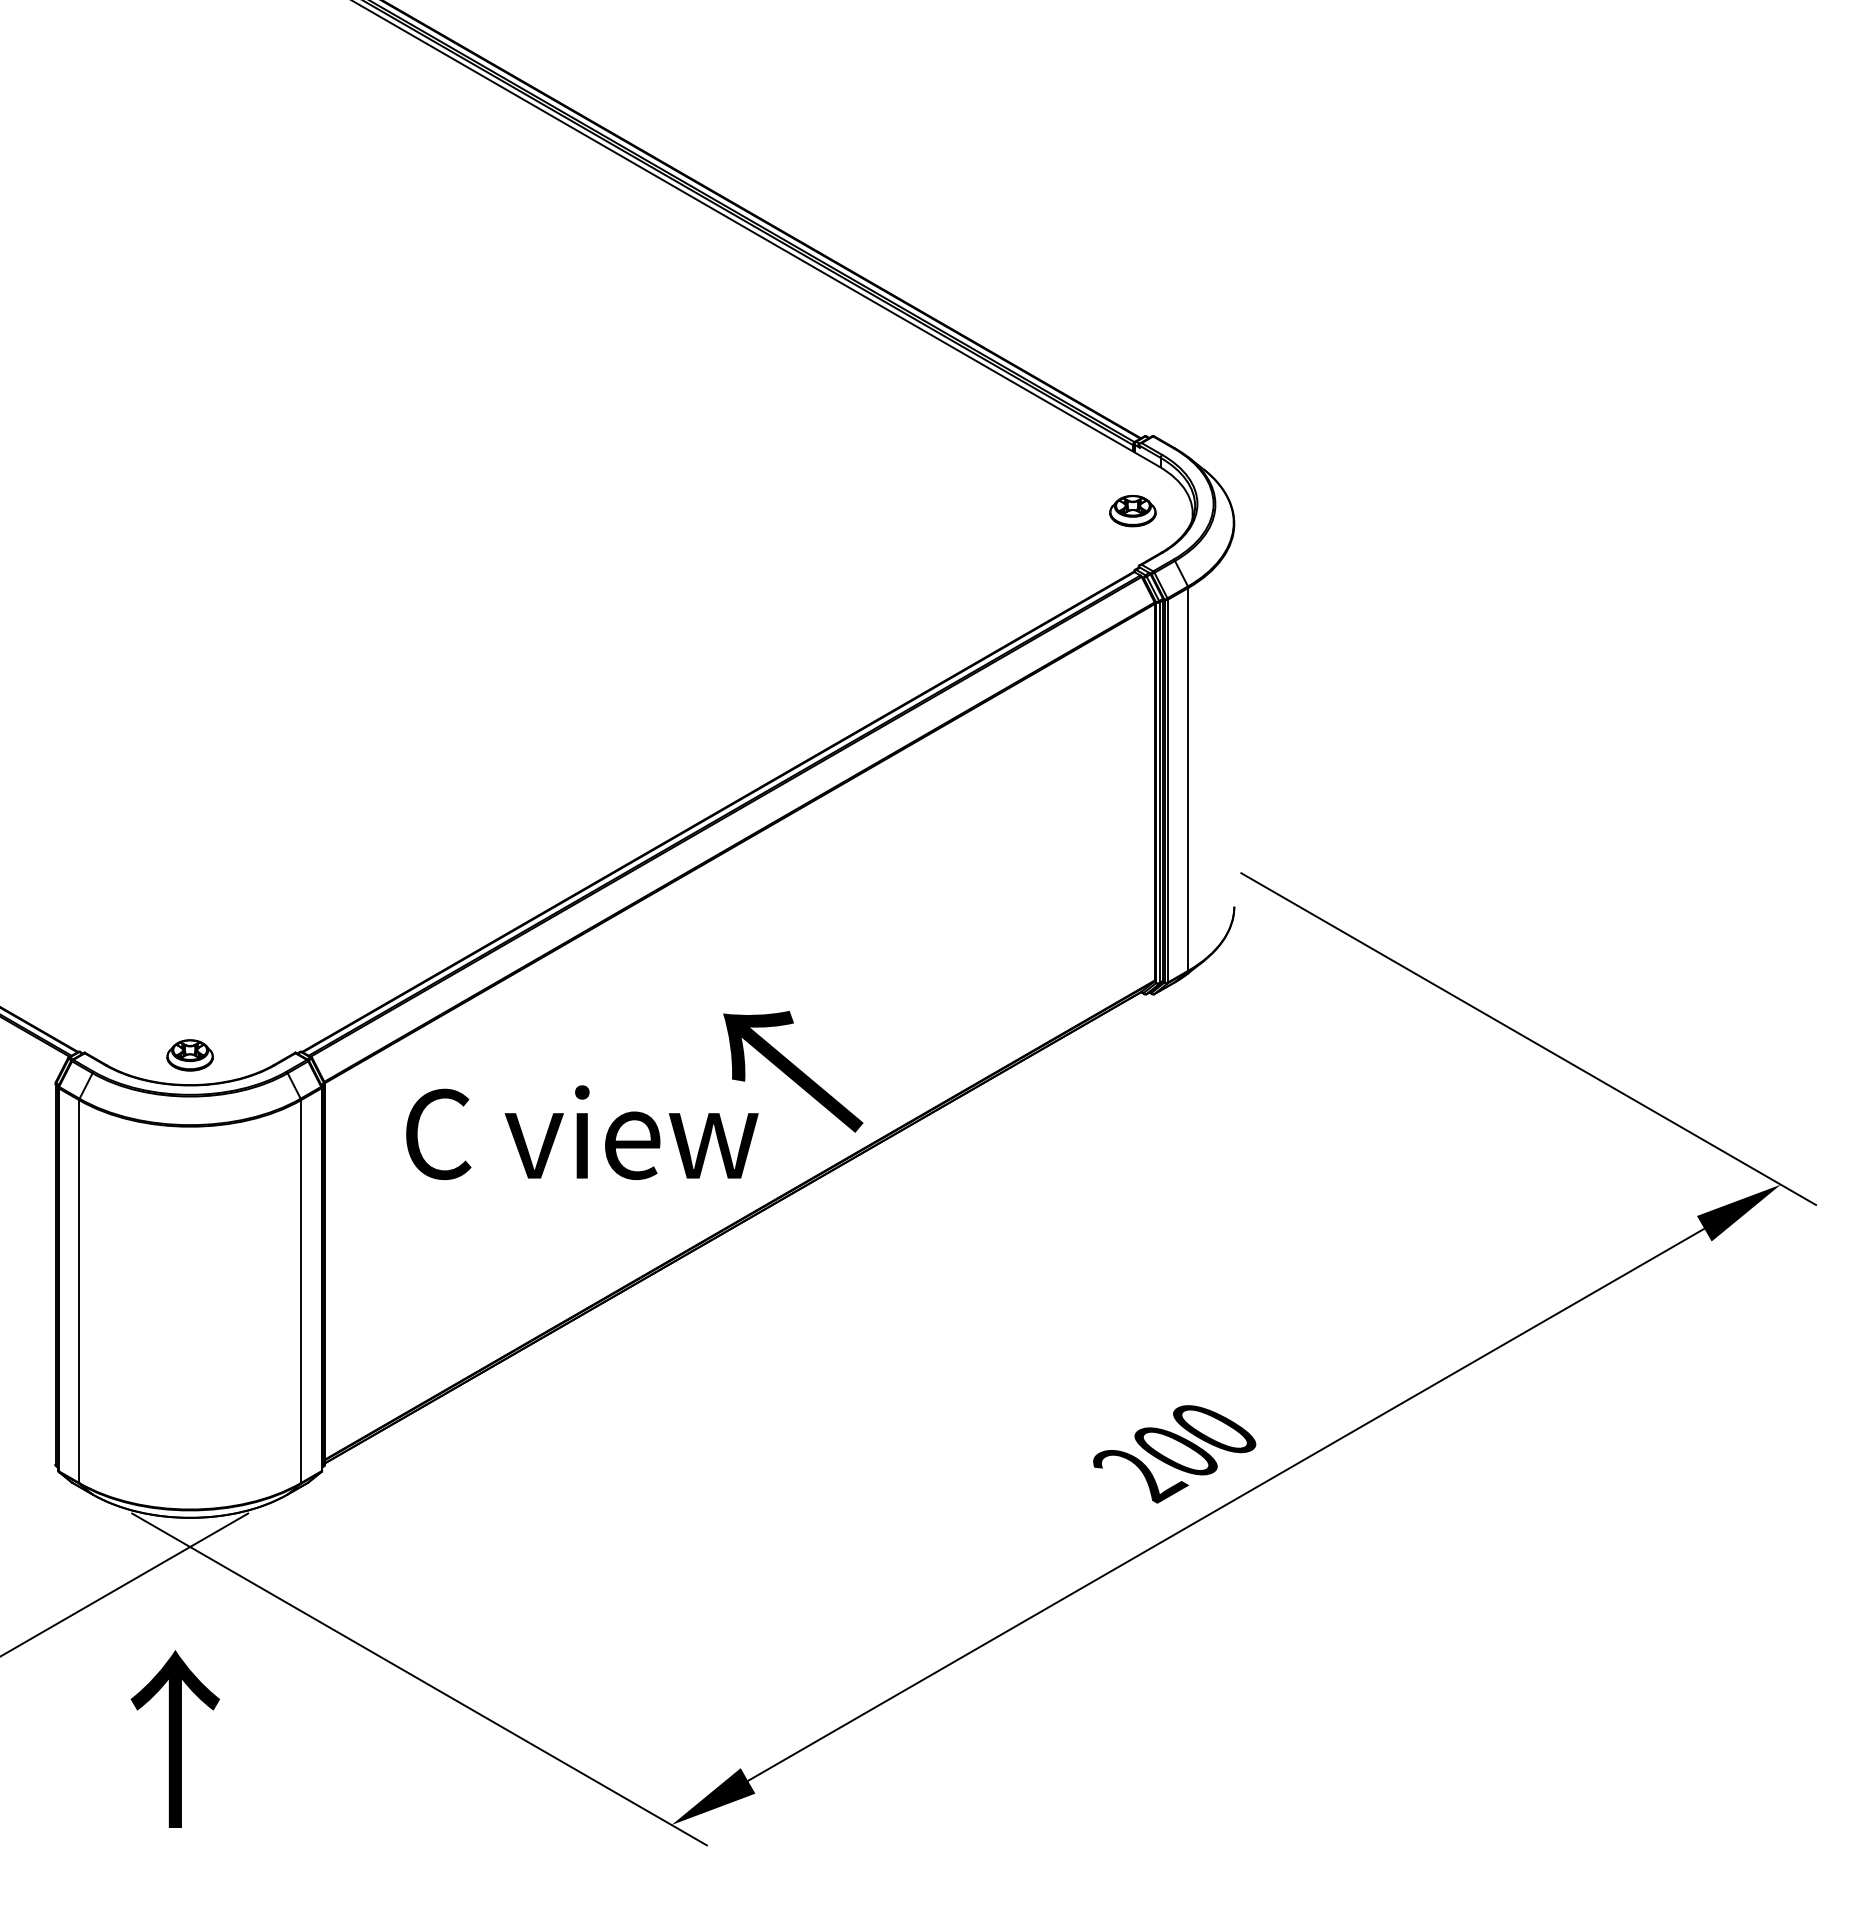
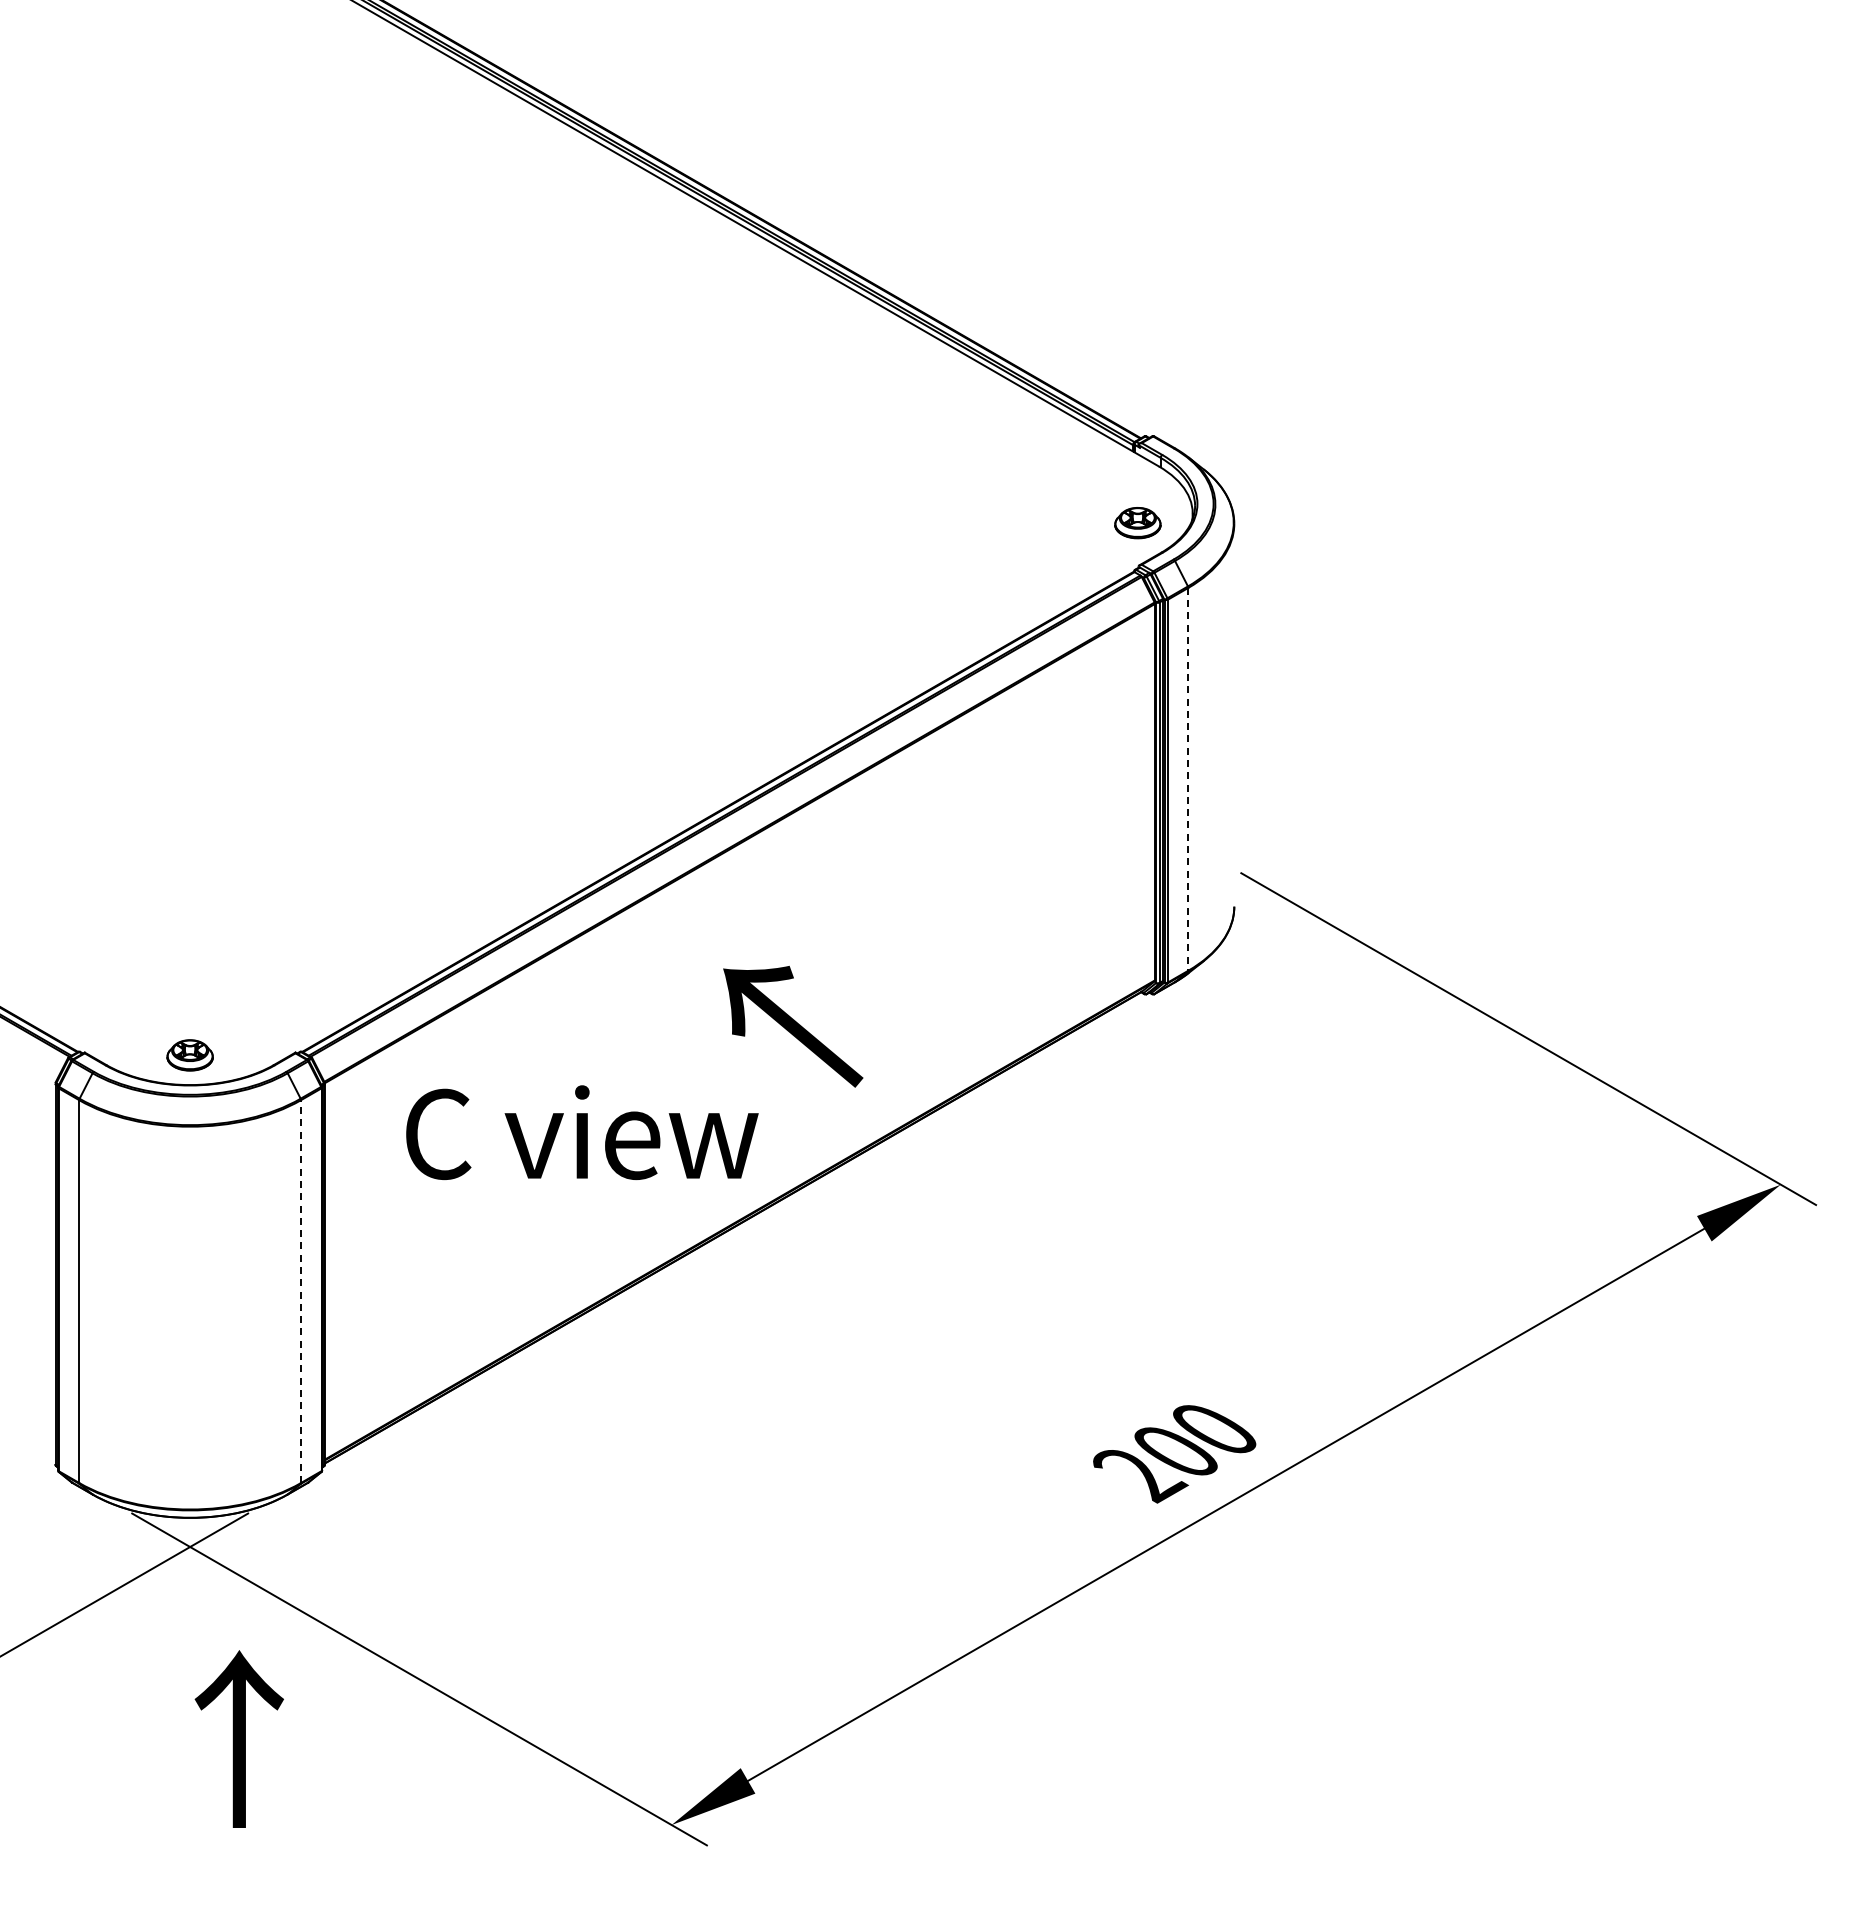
part at (1132, 511) position: (1132, 511) -> (1137, 523)
line at (1188, 779): solid -> dashed
text at (793, 1071) position: (793, 1071) -> (793, 1026)
line at (301, 1291): solid -> dashed
text at (174, 1738) position: (174, 1738) -> (238, 1738)
